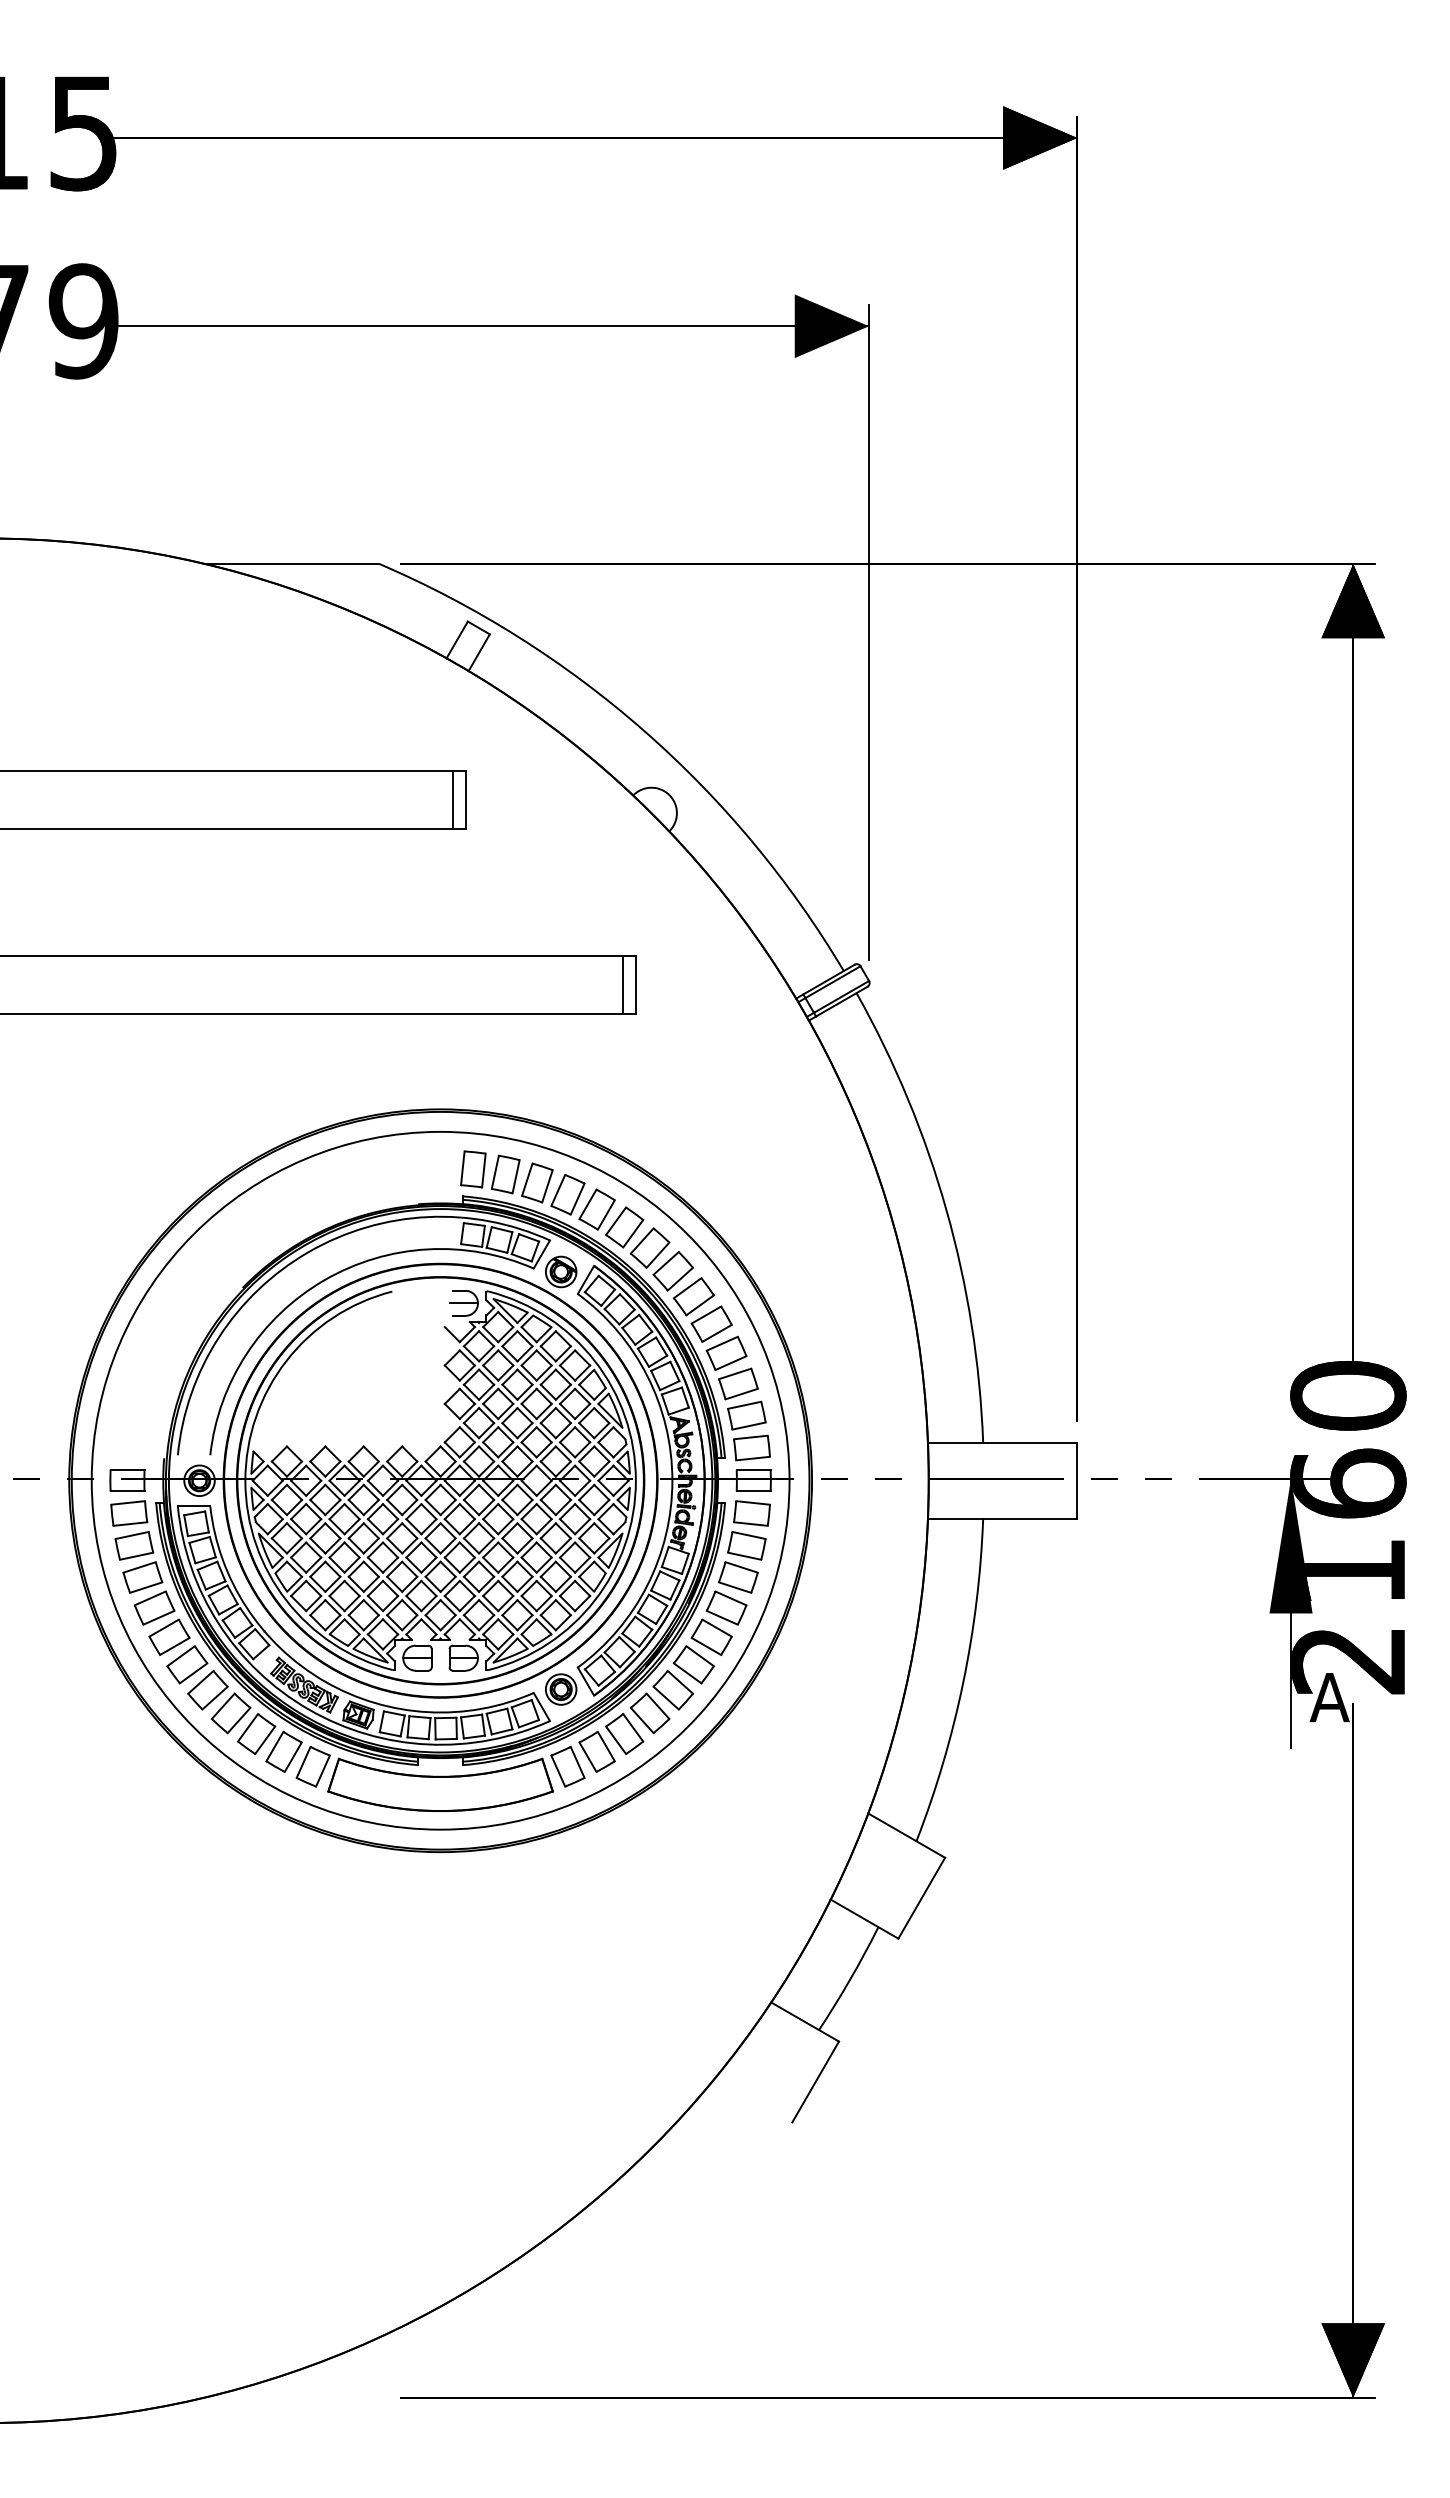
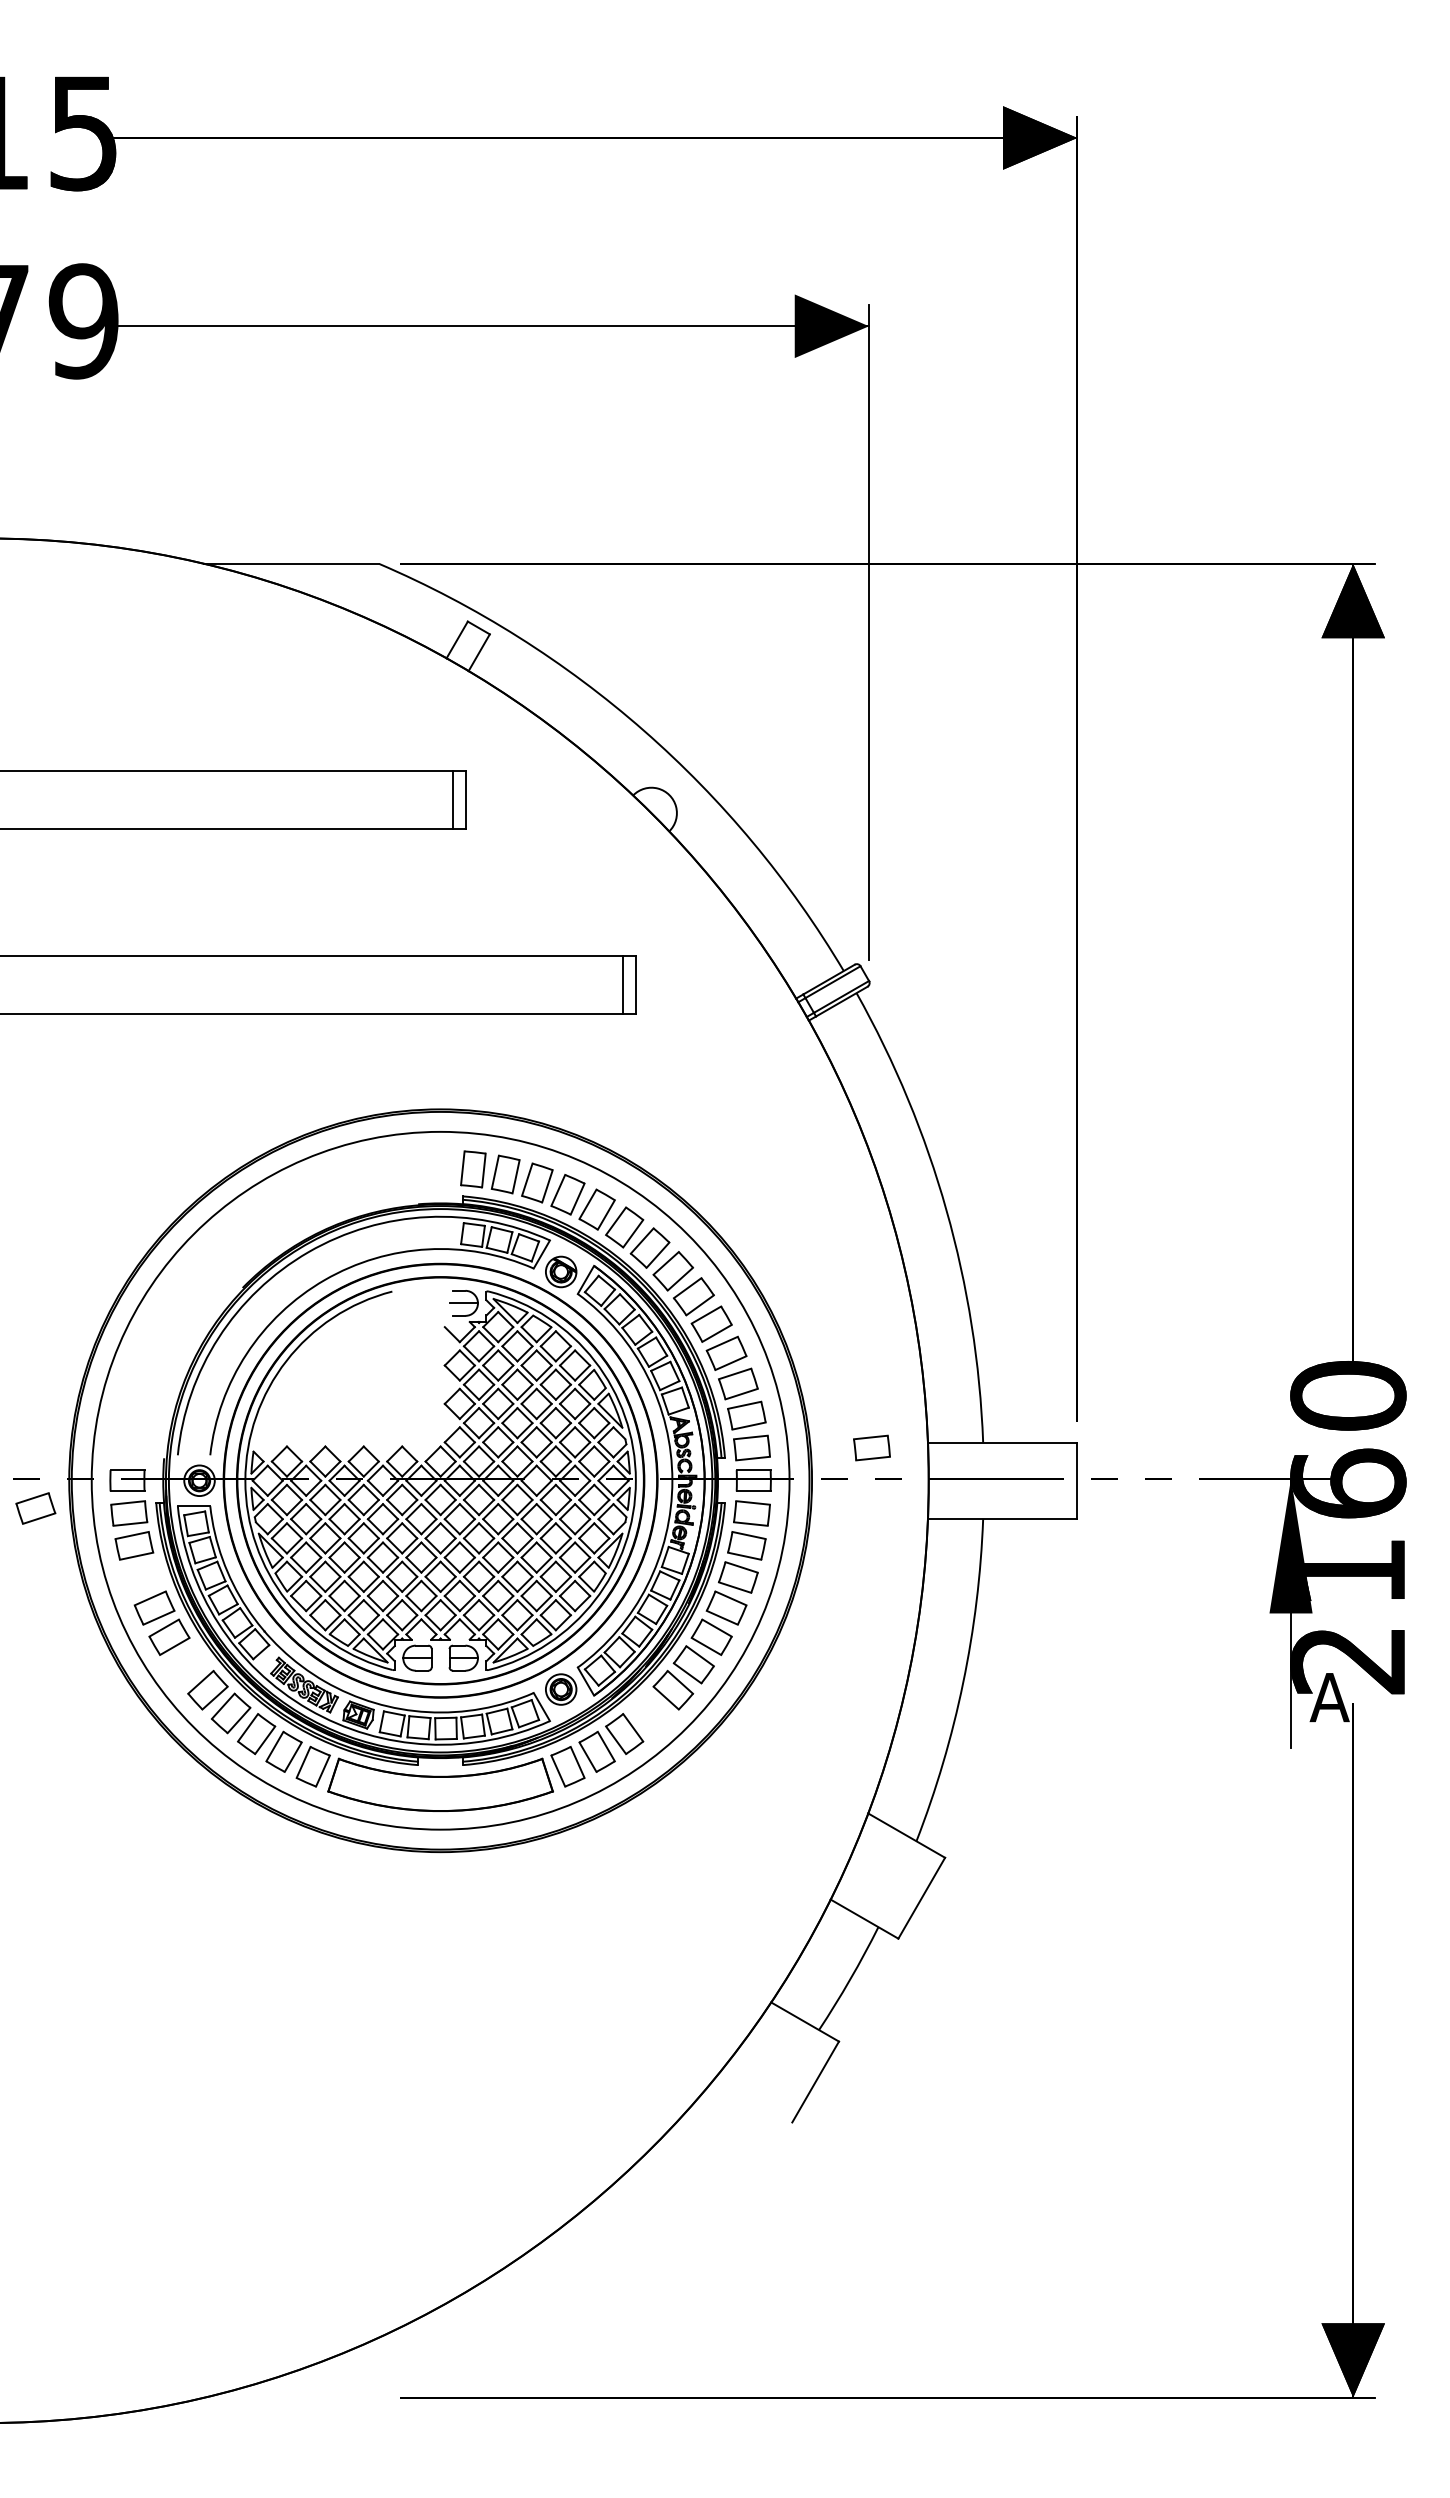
part at (871, 1447): none -> present
part at (142, 1577) position: (142, 1577) -> (35, 1508)
part at (187, 1664): present -> none
part at (649, 1713): present -> none
